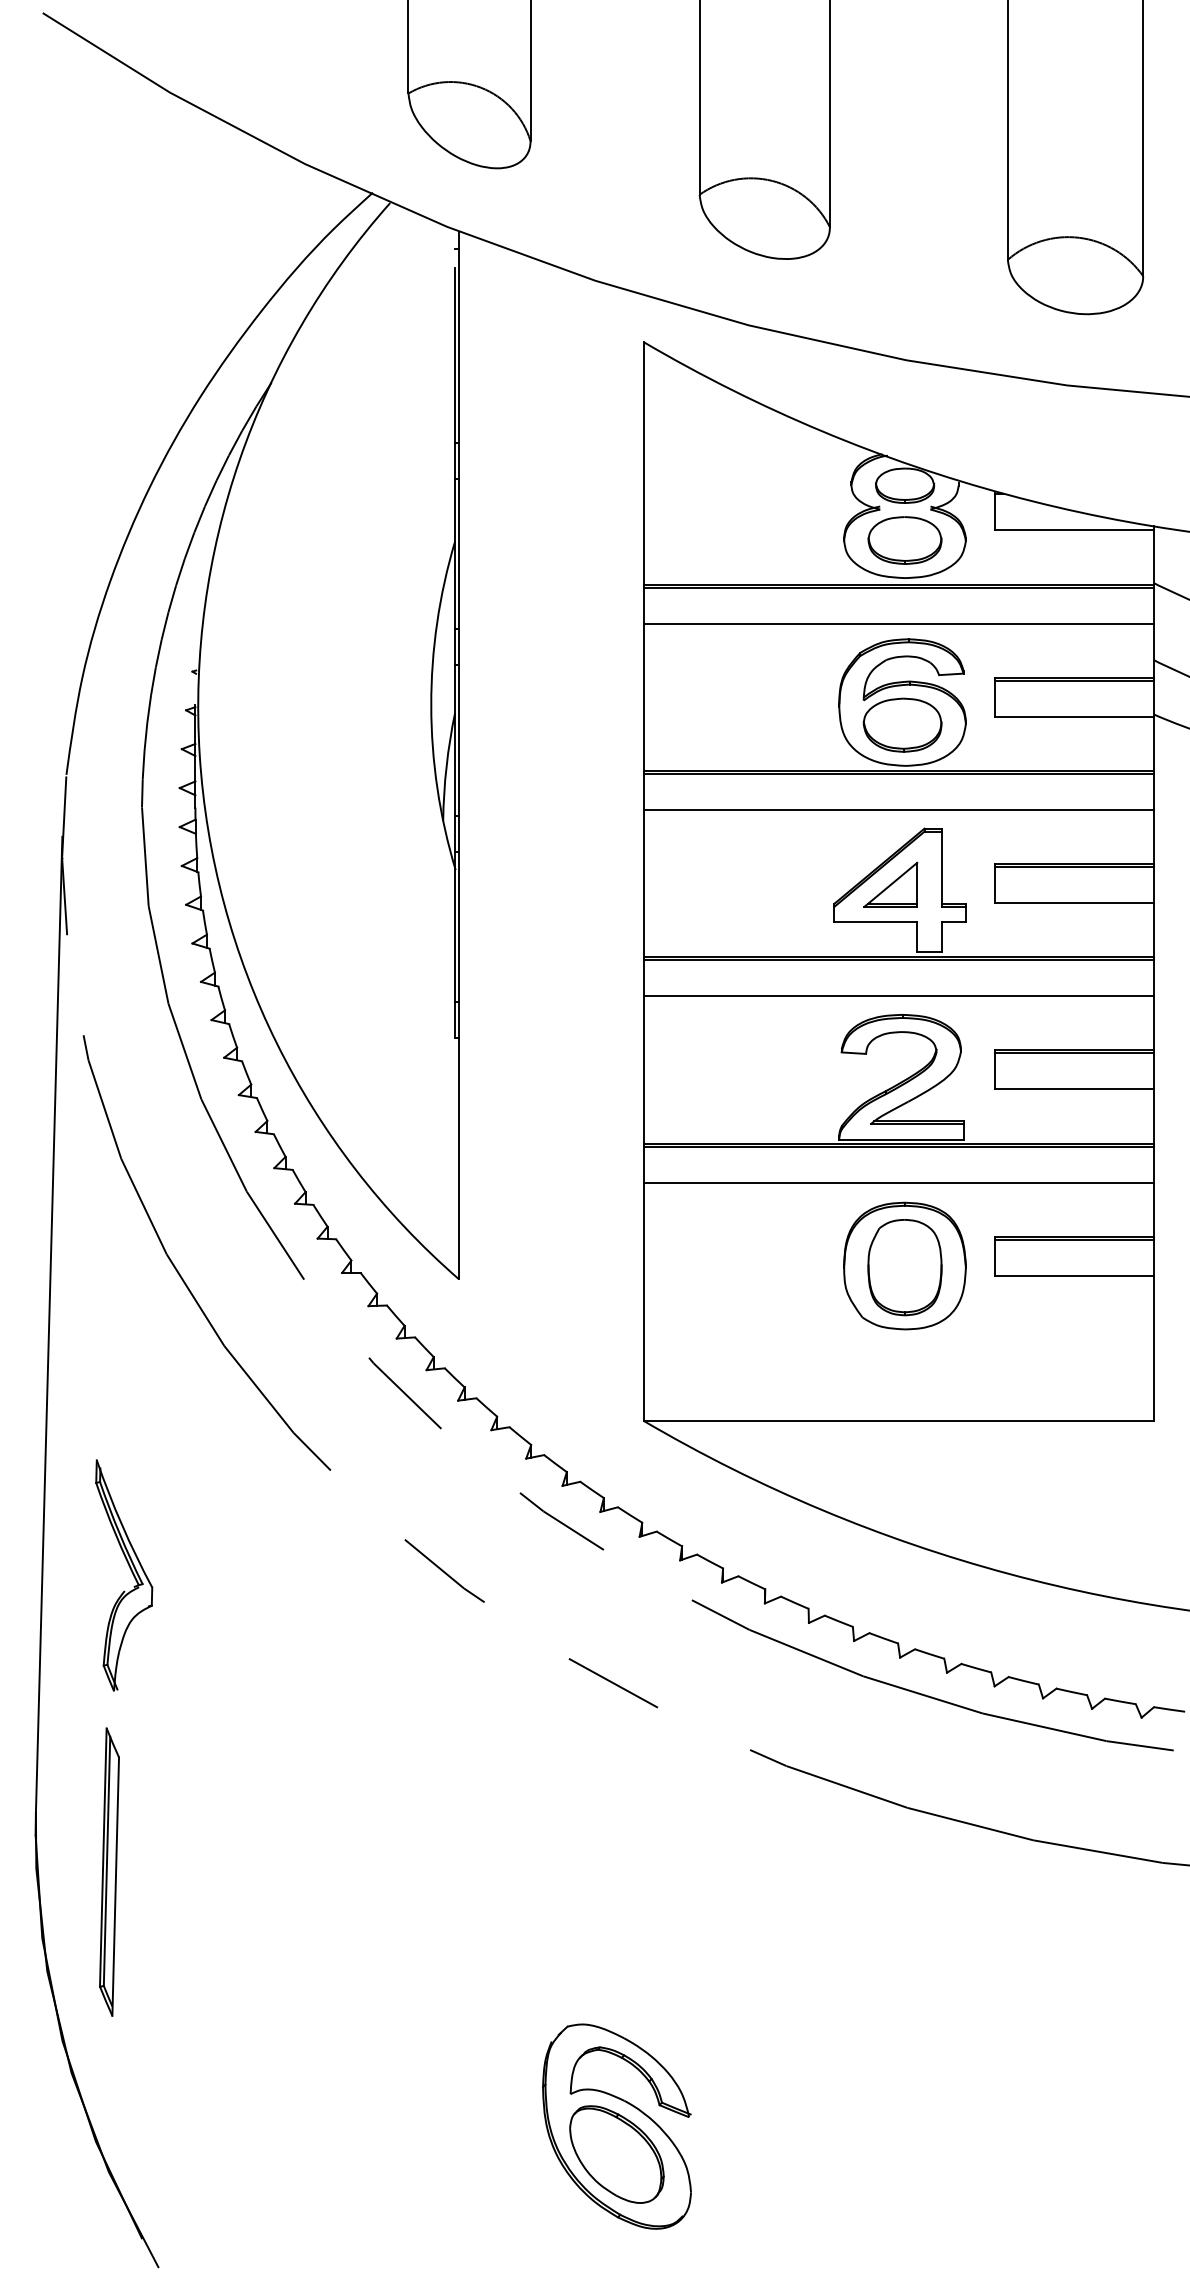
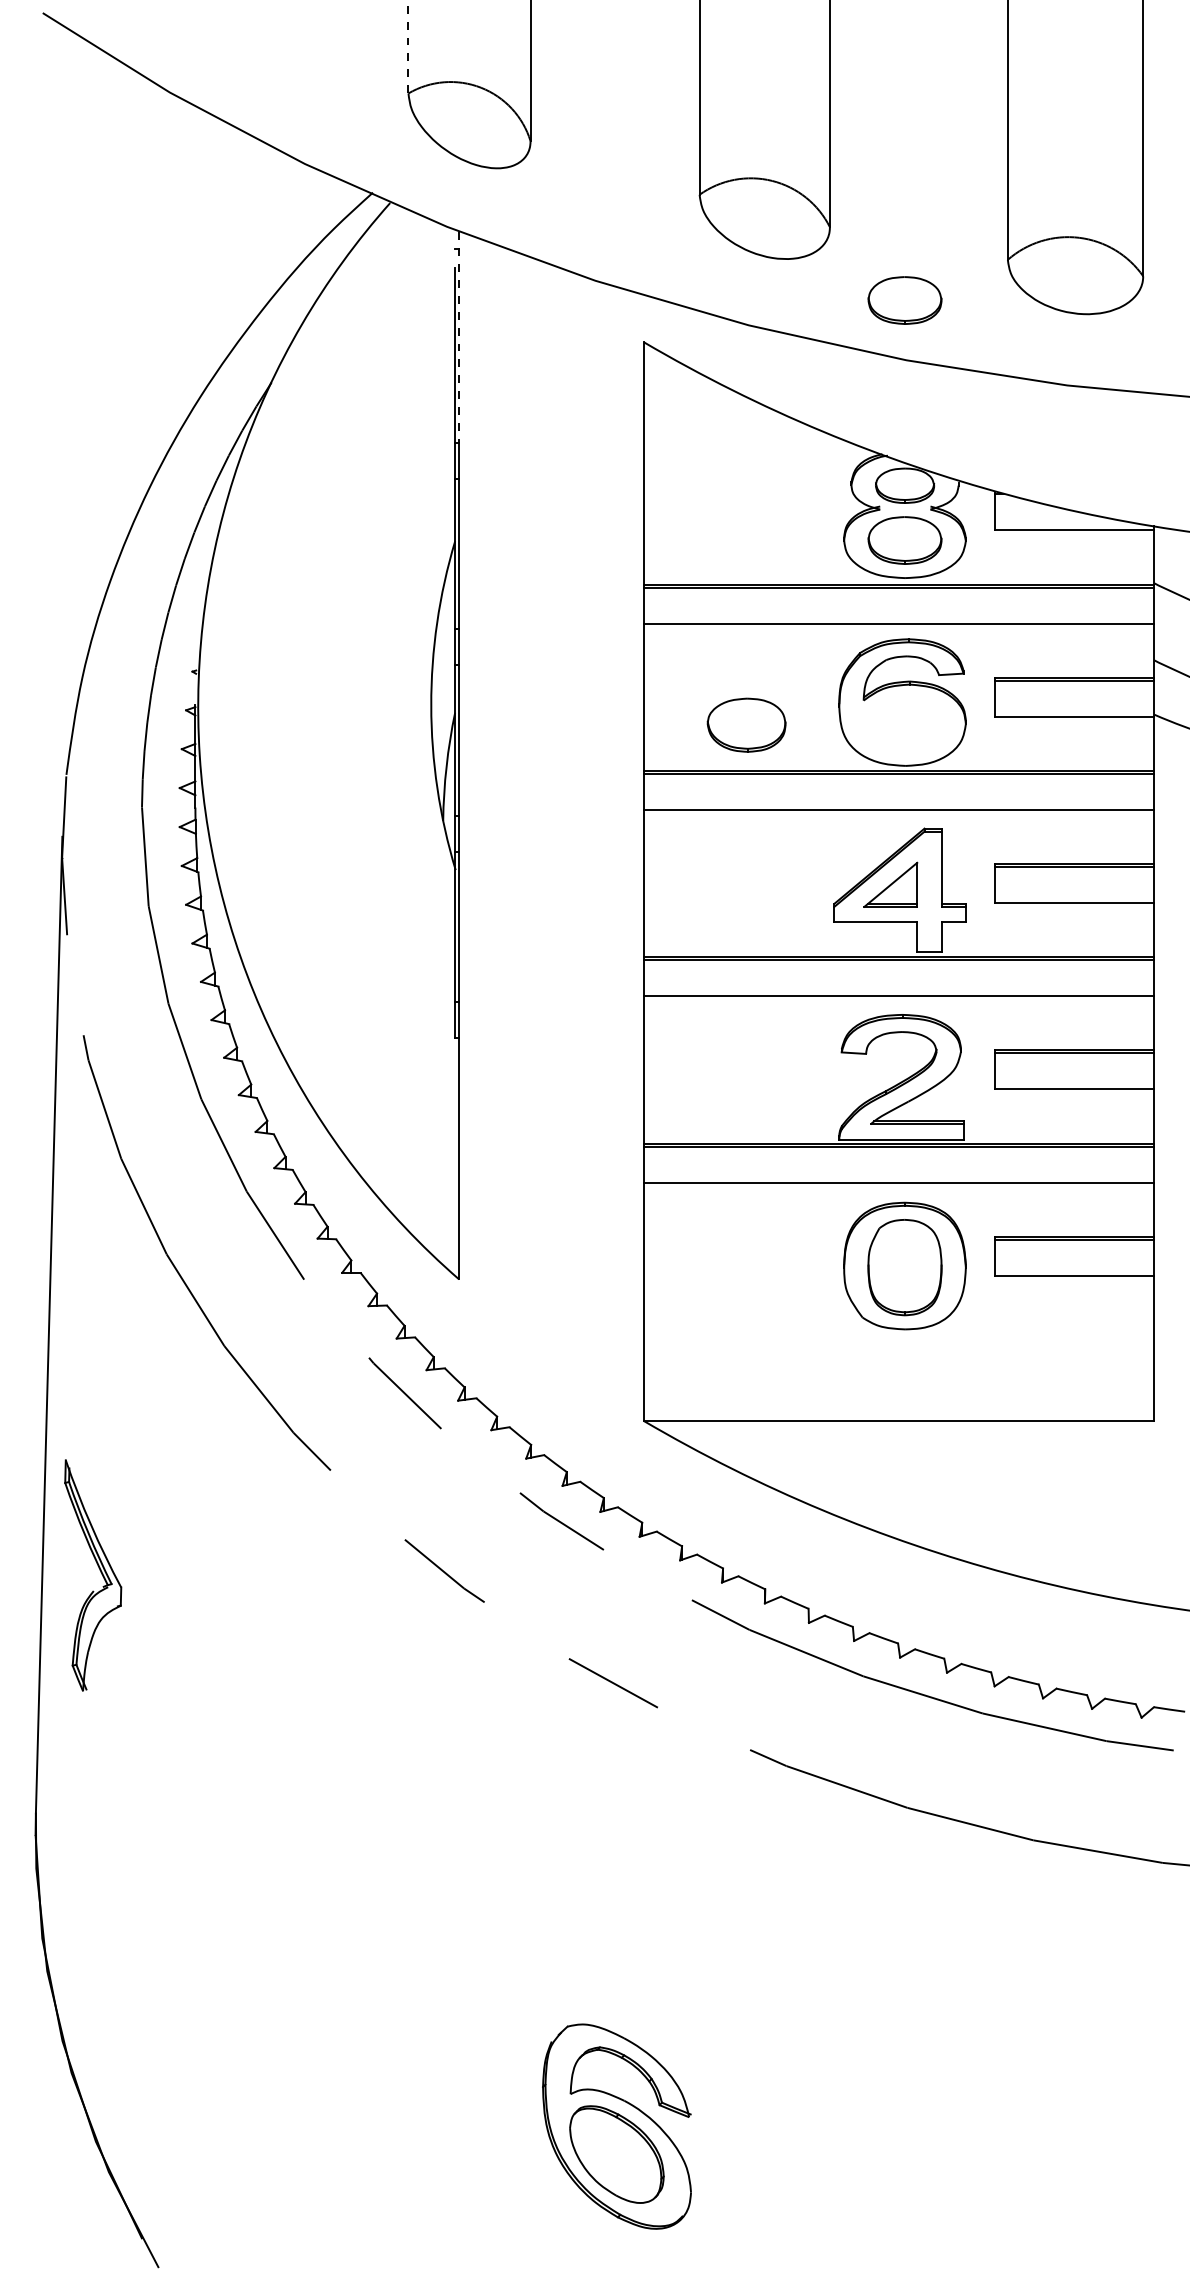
line at (408, 46): solid -> dashed
part at (904, 300): none -> present
line at (459, 337): solid -> dashed
part at (902, 724) position: (902, 724) -> (746, 724)
part at (131, 1572) position: (131, 1572) -> (100, 1572)
part at (109, 1871): present -> none
